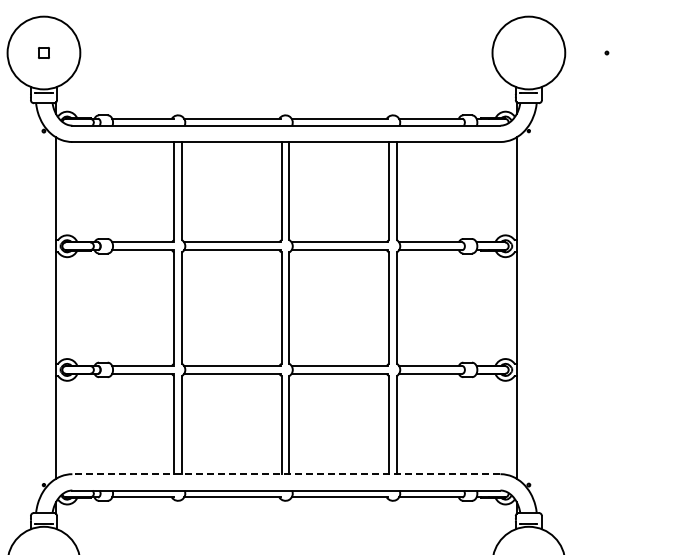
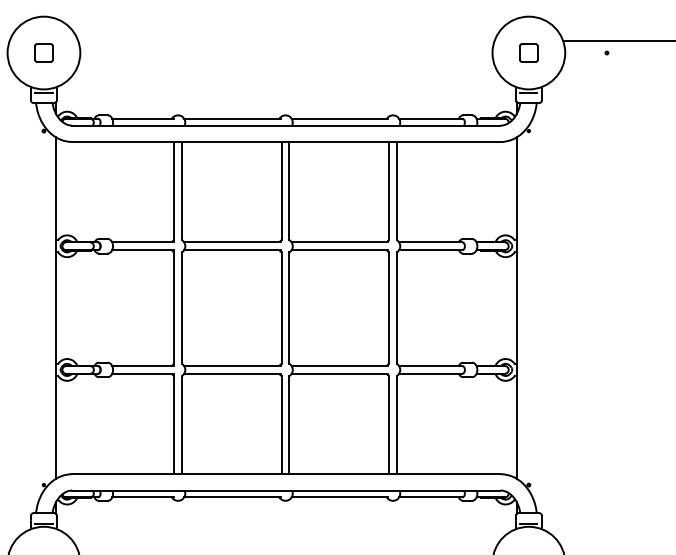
line at (617, 40): none -> present
part at (43, 52) size: 12x12 px -> 20x20 px
part at (528, 52): none -> present
line at (285, 474): dashed -> solid
